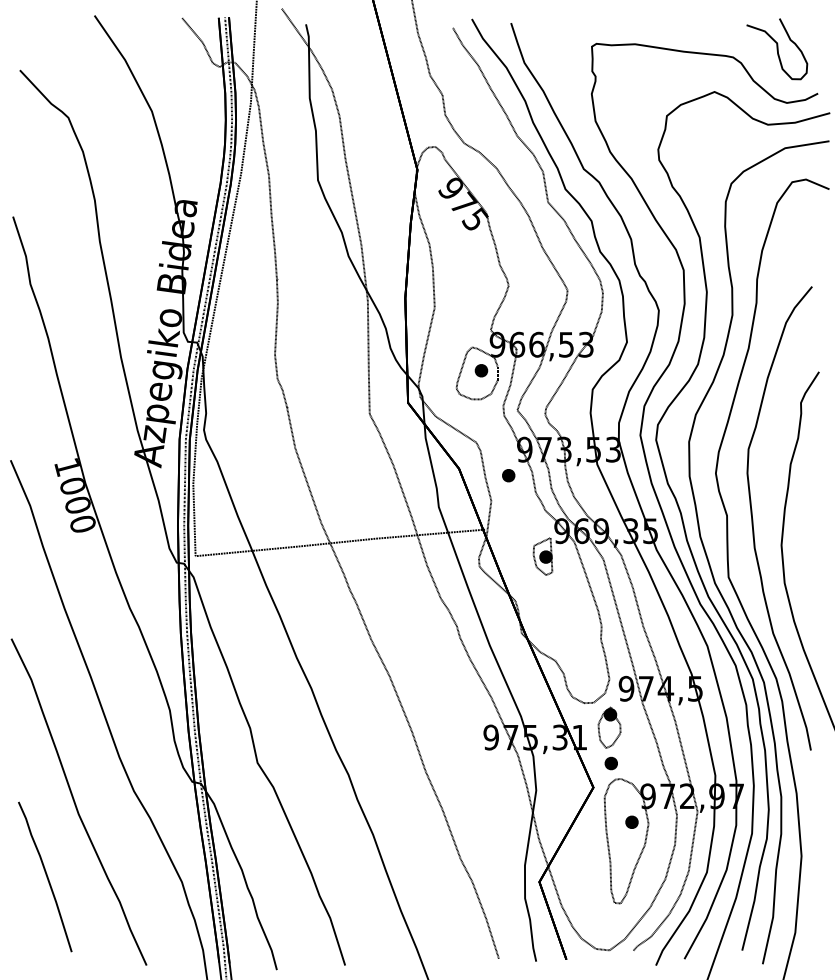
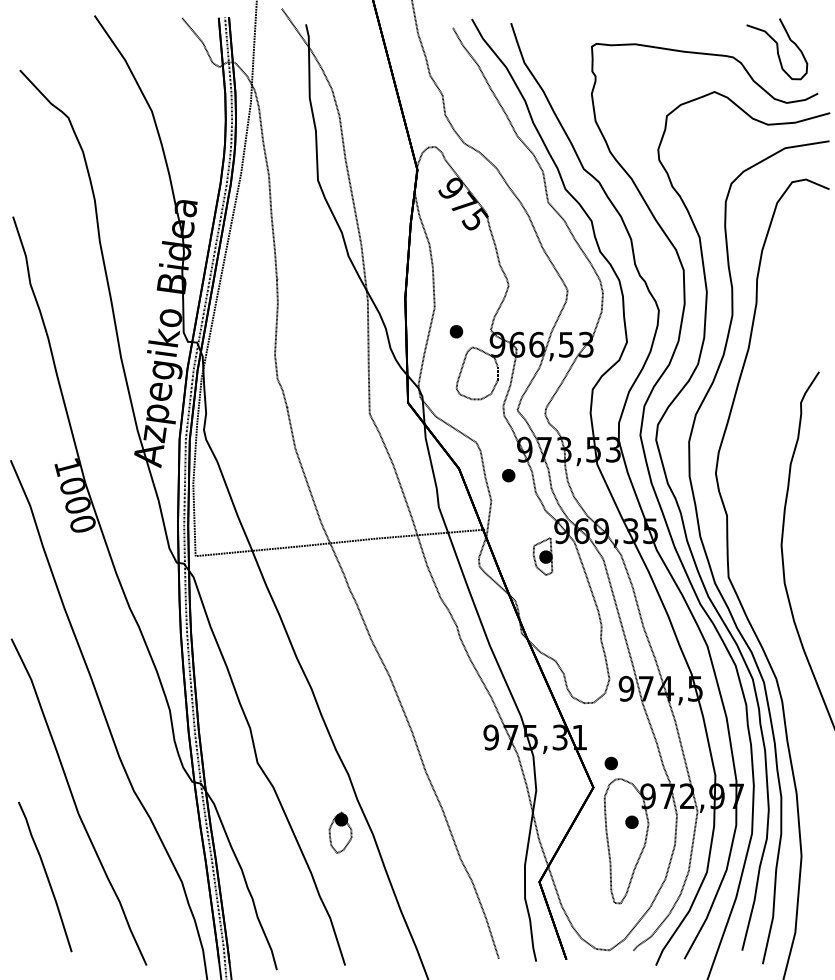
part at (481, 370) position: (481, 370) -> (456, 331)
part at (753, 519): present -> none
part at (609, 727) position: (609, 727) -> (340, 832)
